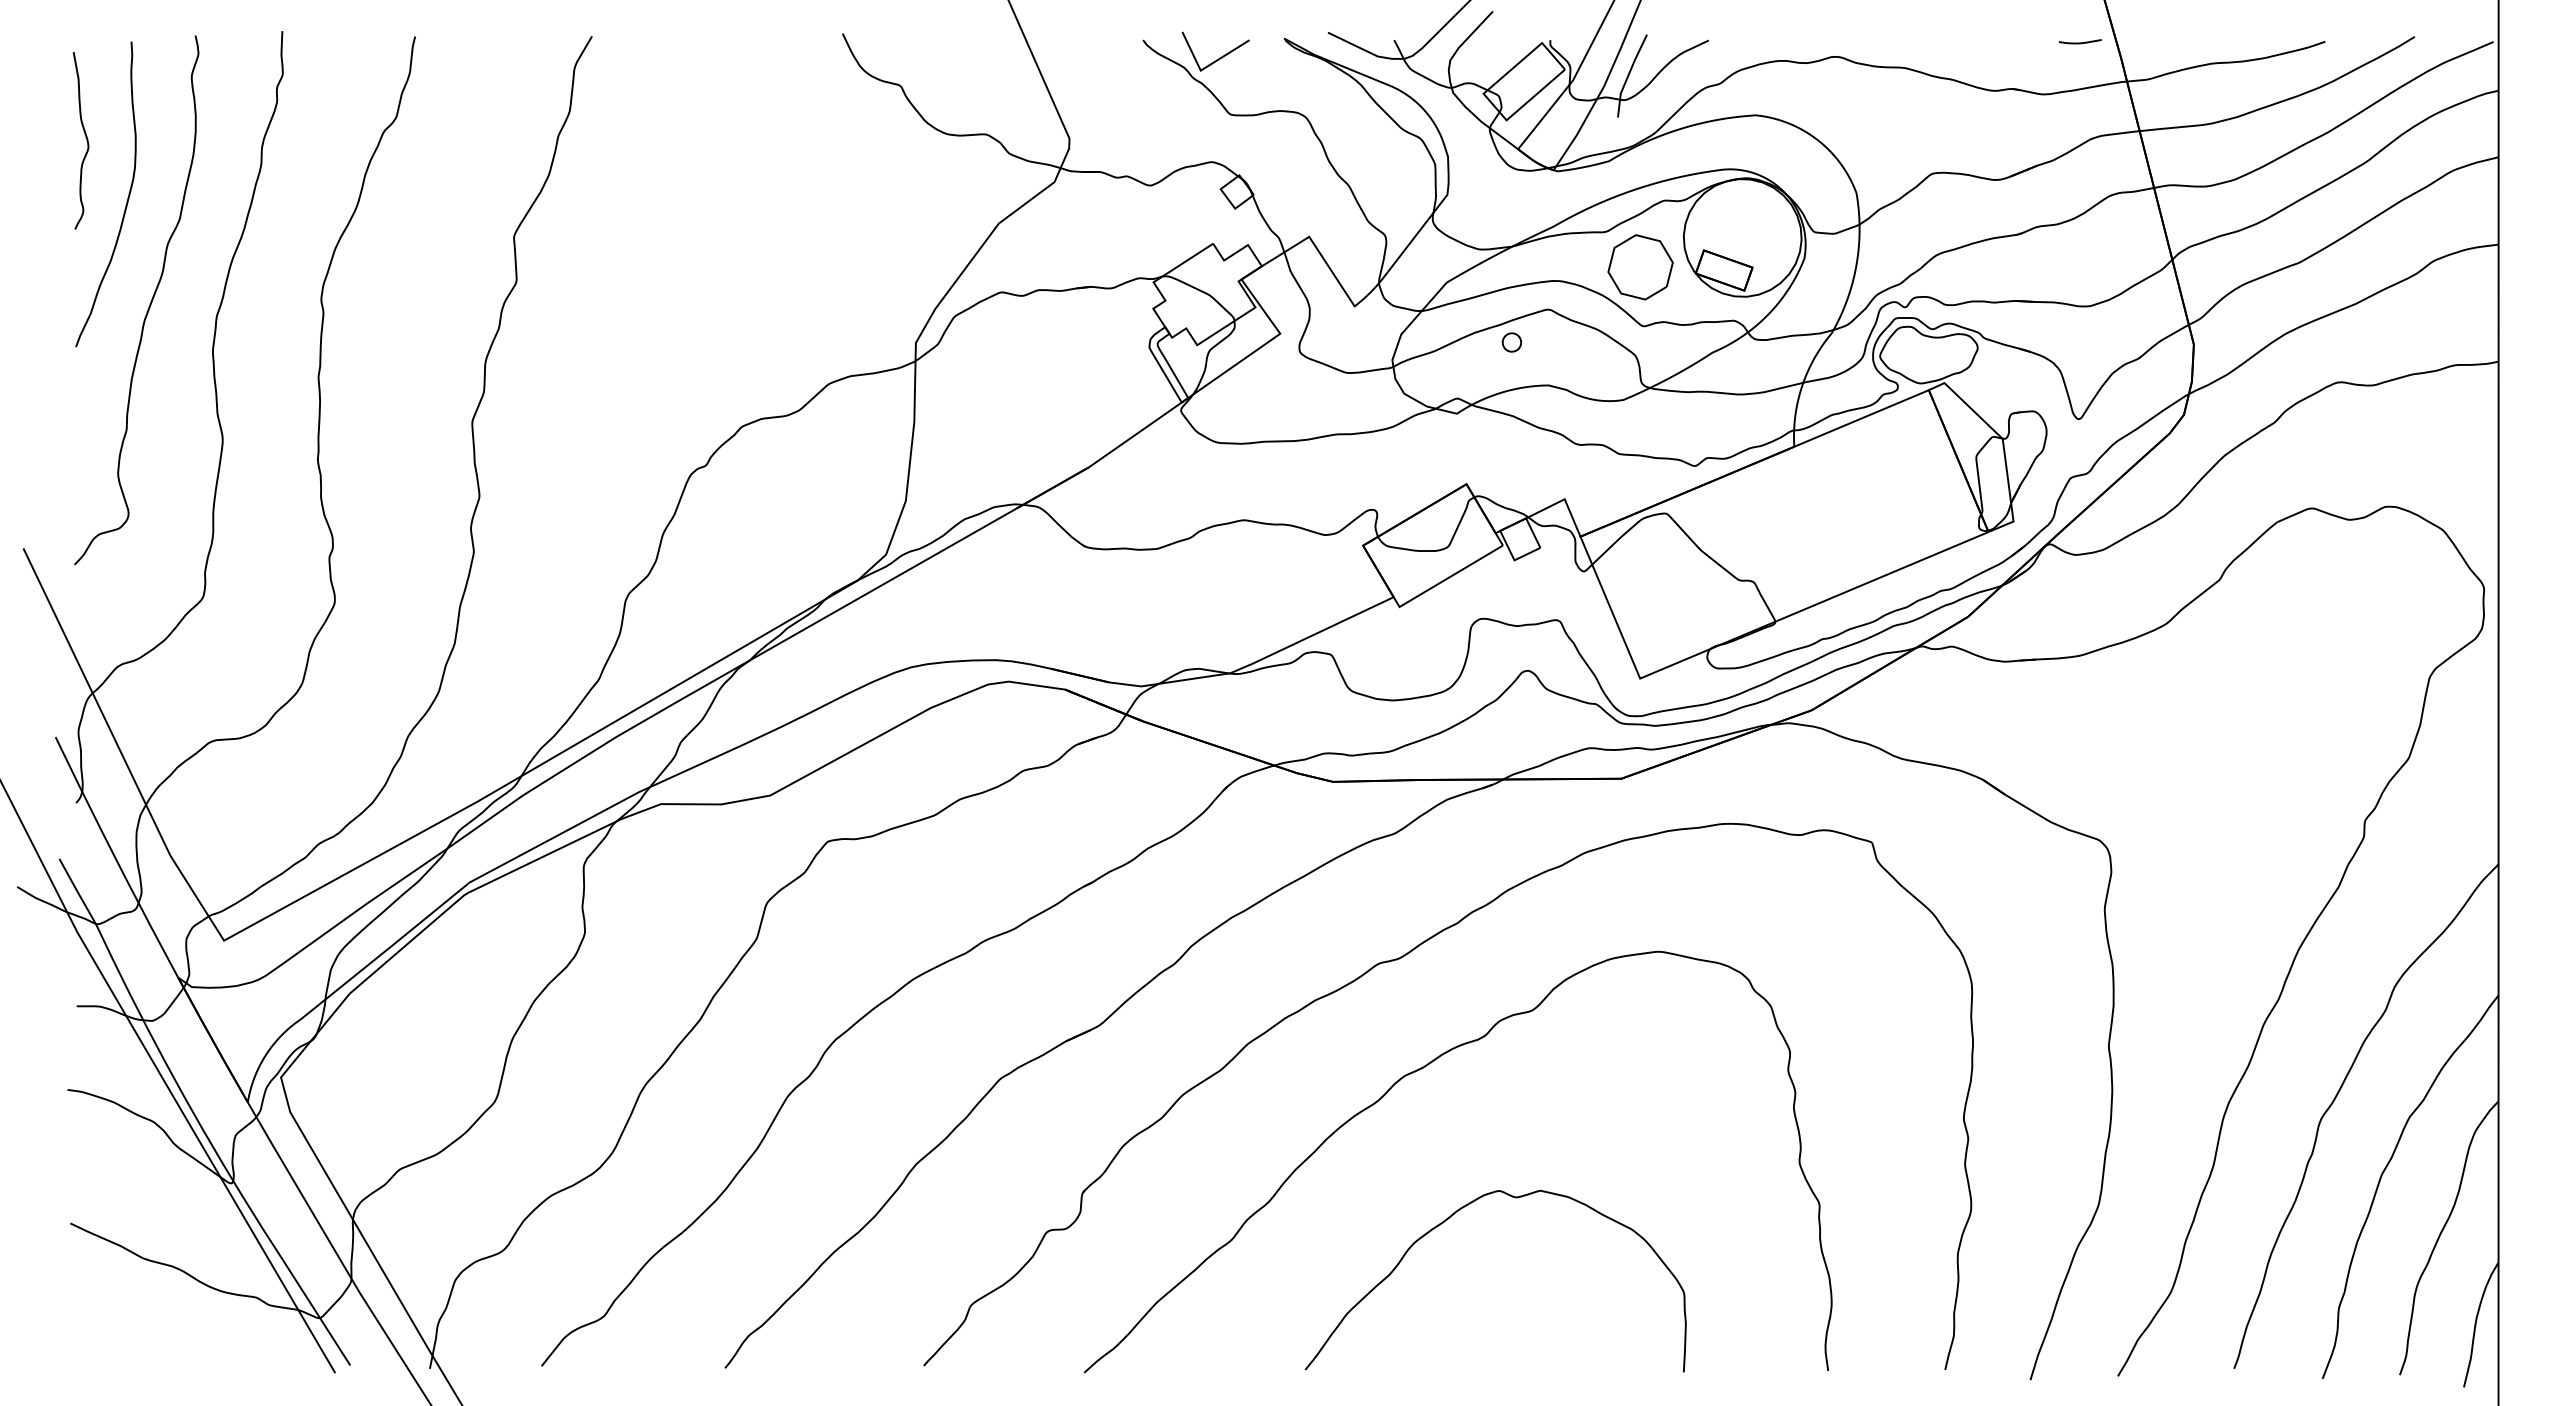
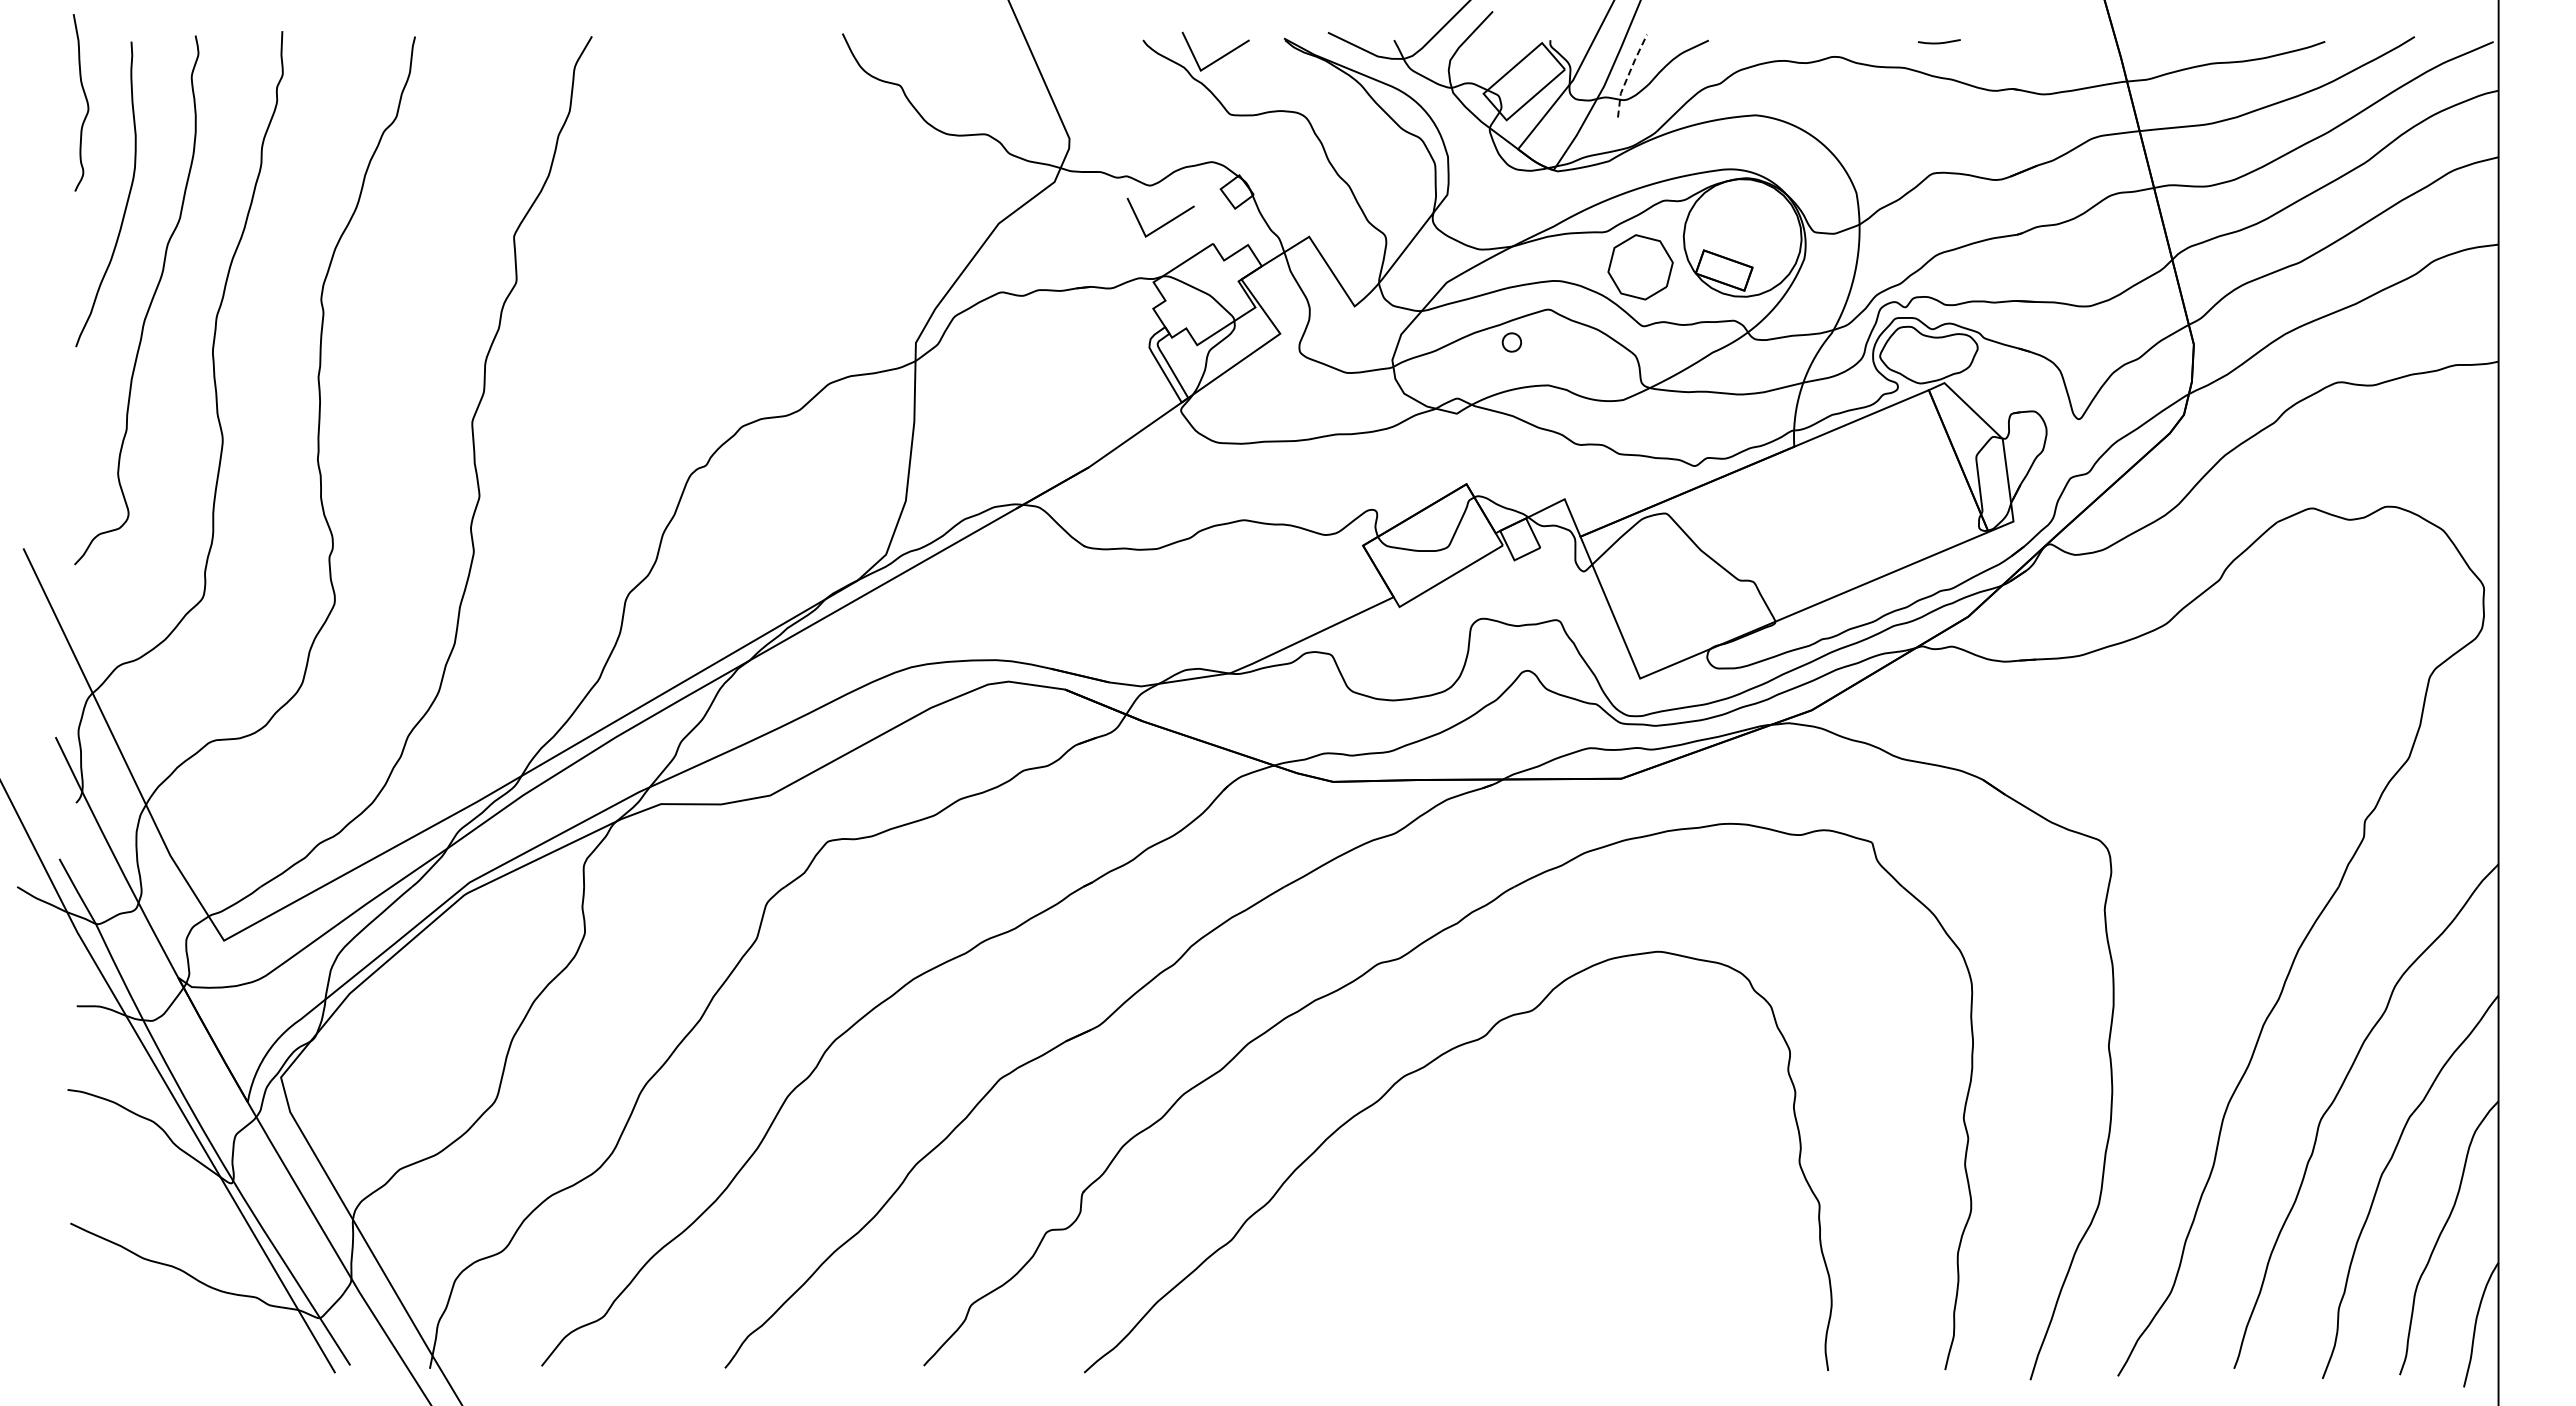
curve at (2080, 42) position: (2080, 42) -> (1939, 42)
line at (1628, 75): solid -> dashed
curve at (85, 137) position: (85, 137) -> (85, 99)
line at (1164, 223): none -> present
curve at (1447, 1220): present -> none
